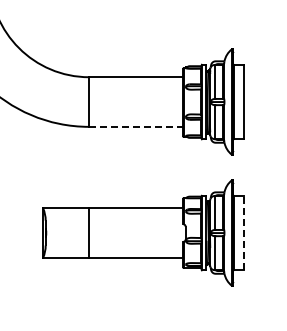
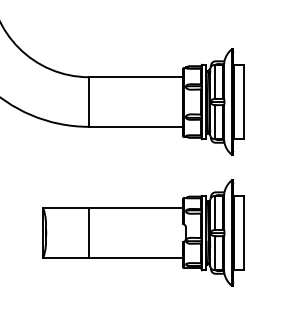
line at (136, 126): dashed -> solid
line at (243, 232): dashed -> solid
